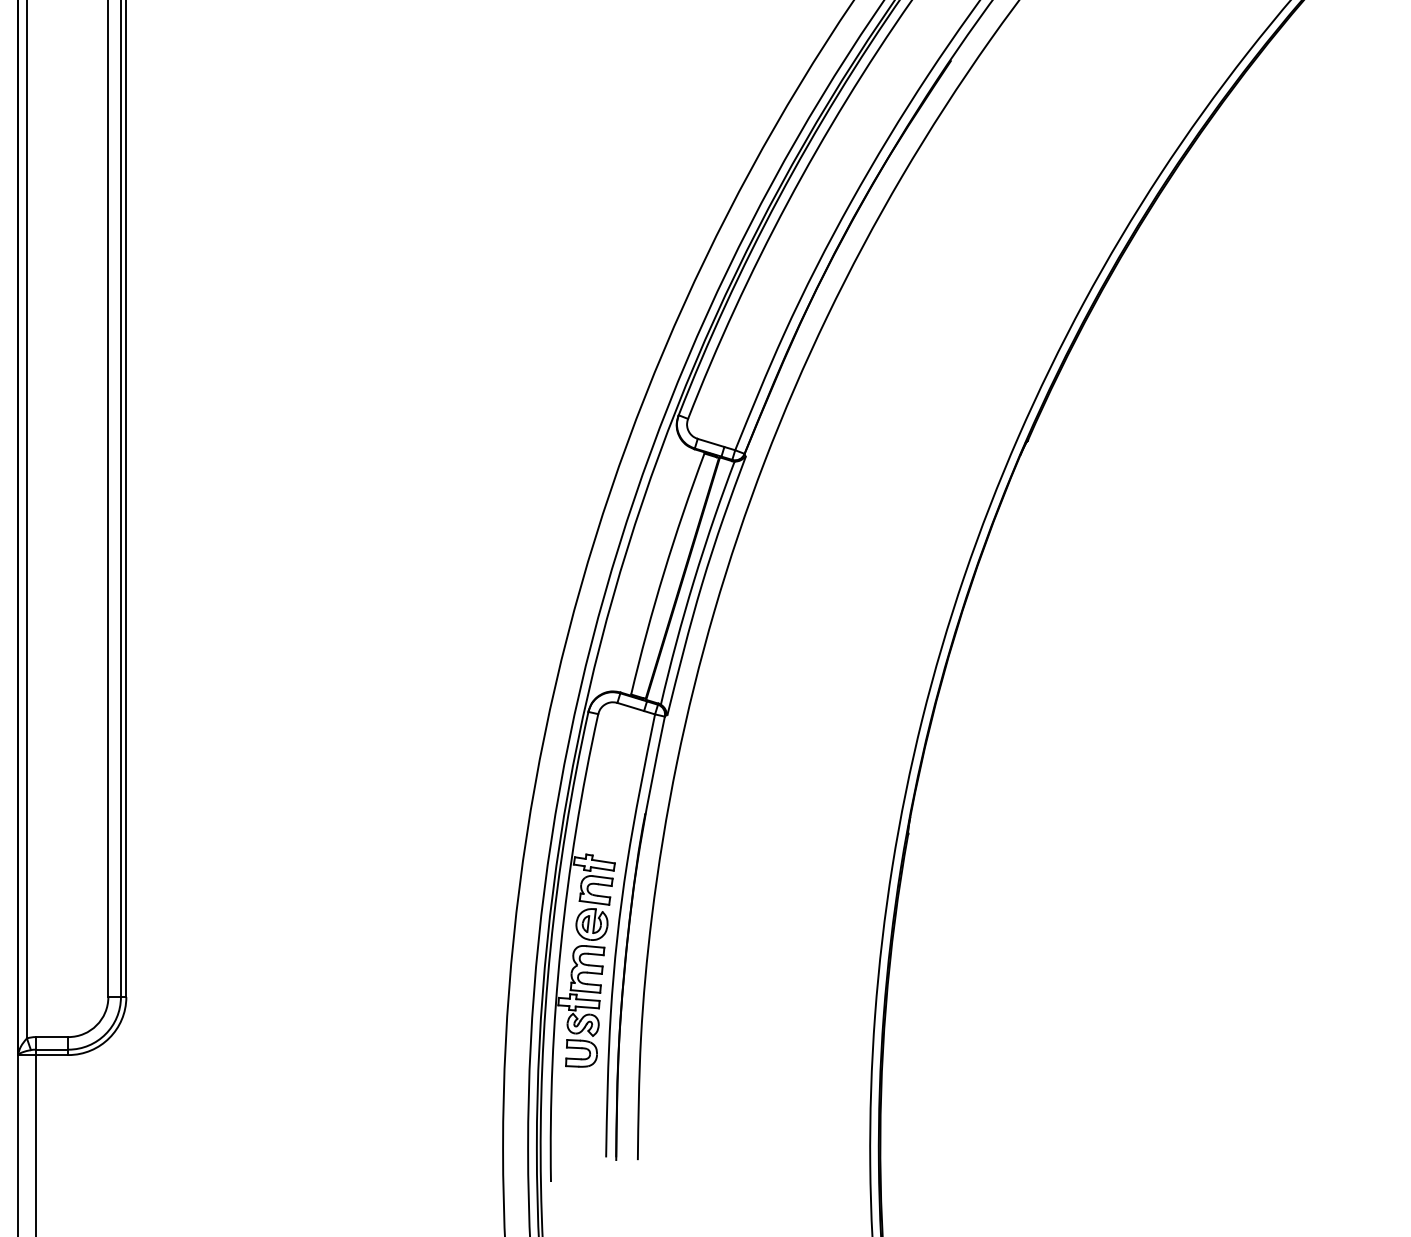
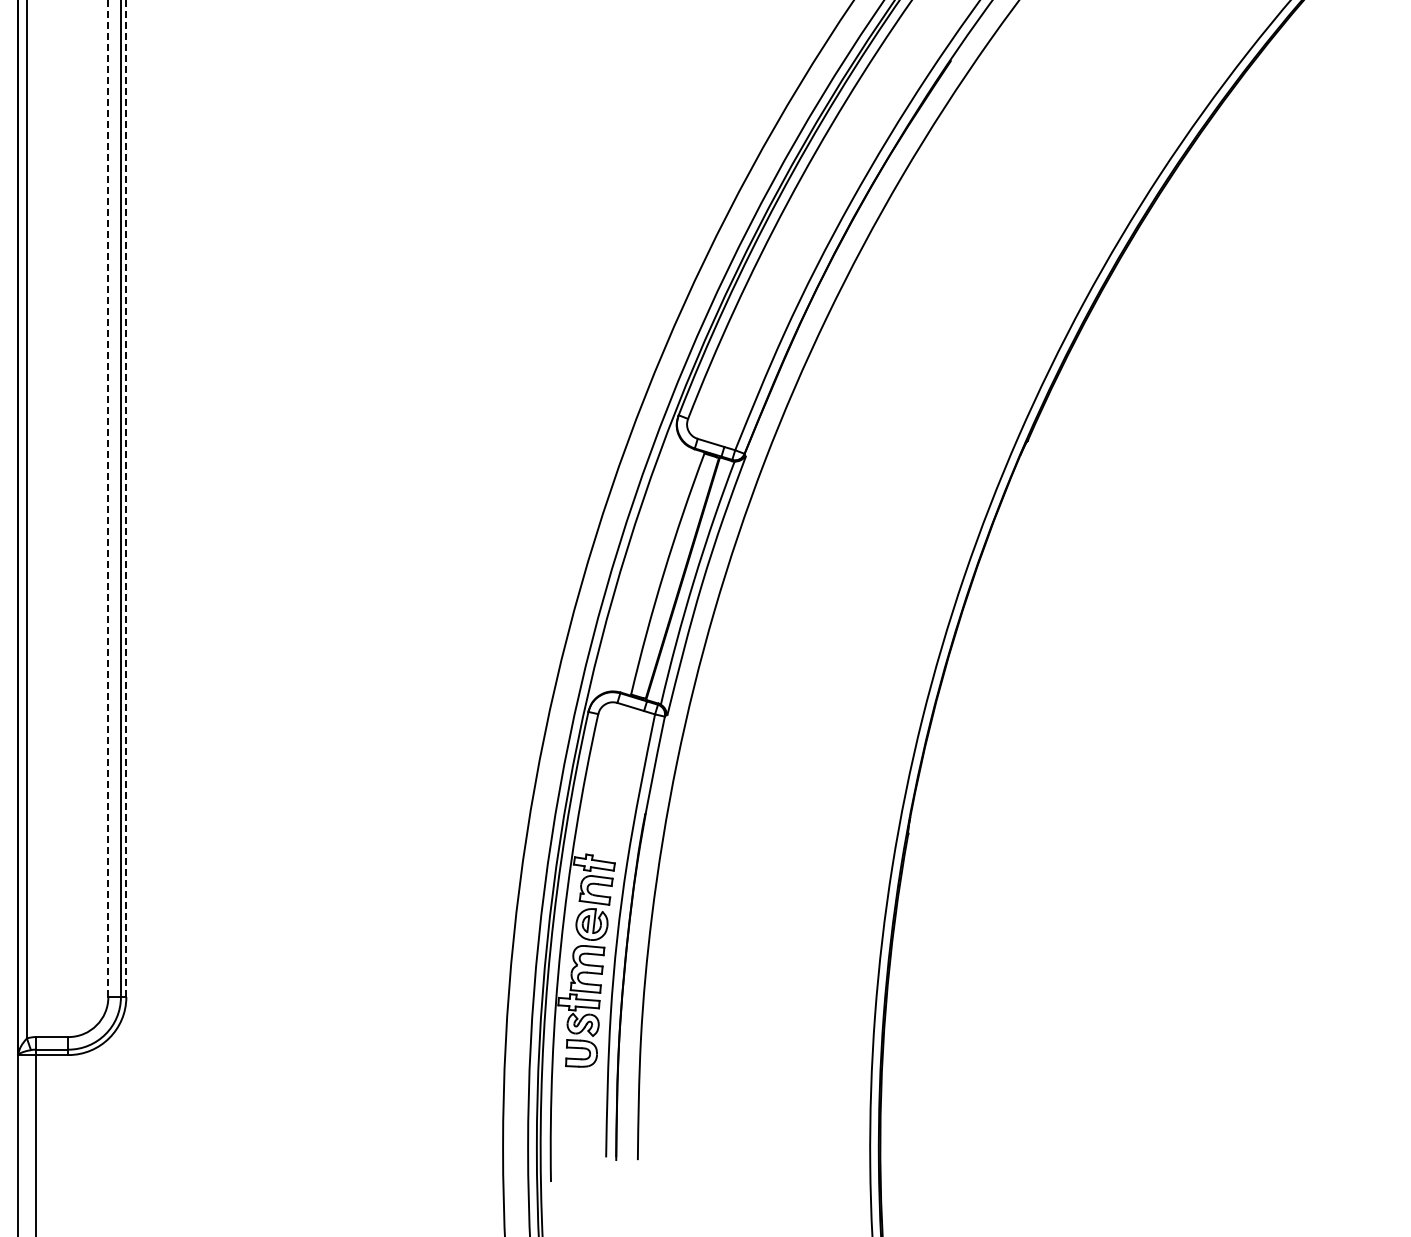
line at (108, 498): solid -> dashed
line at (126, 499): solid -> dashed
